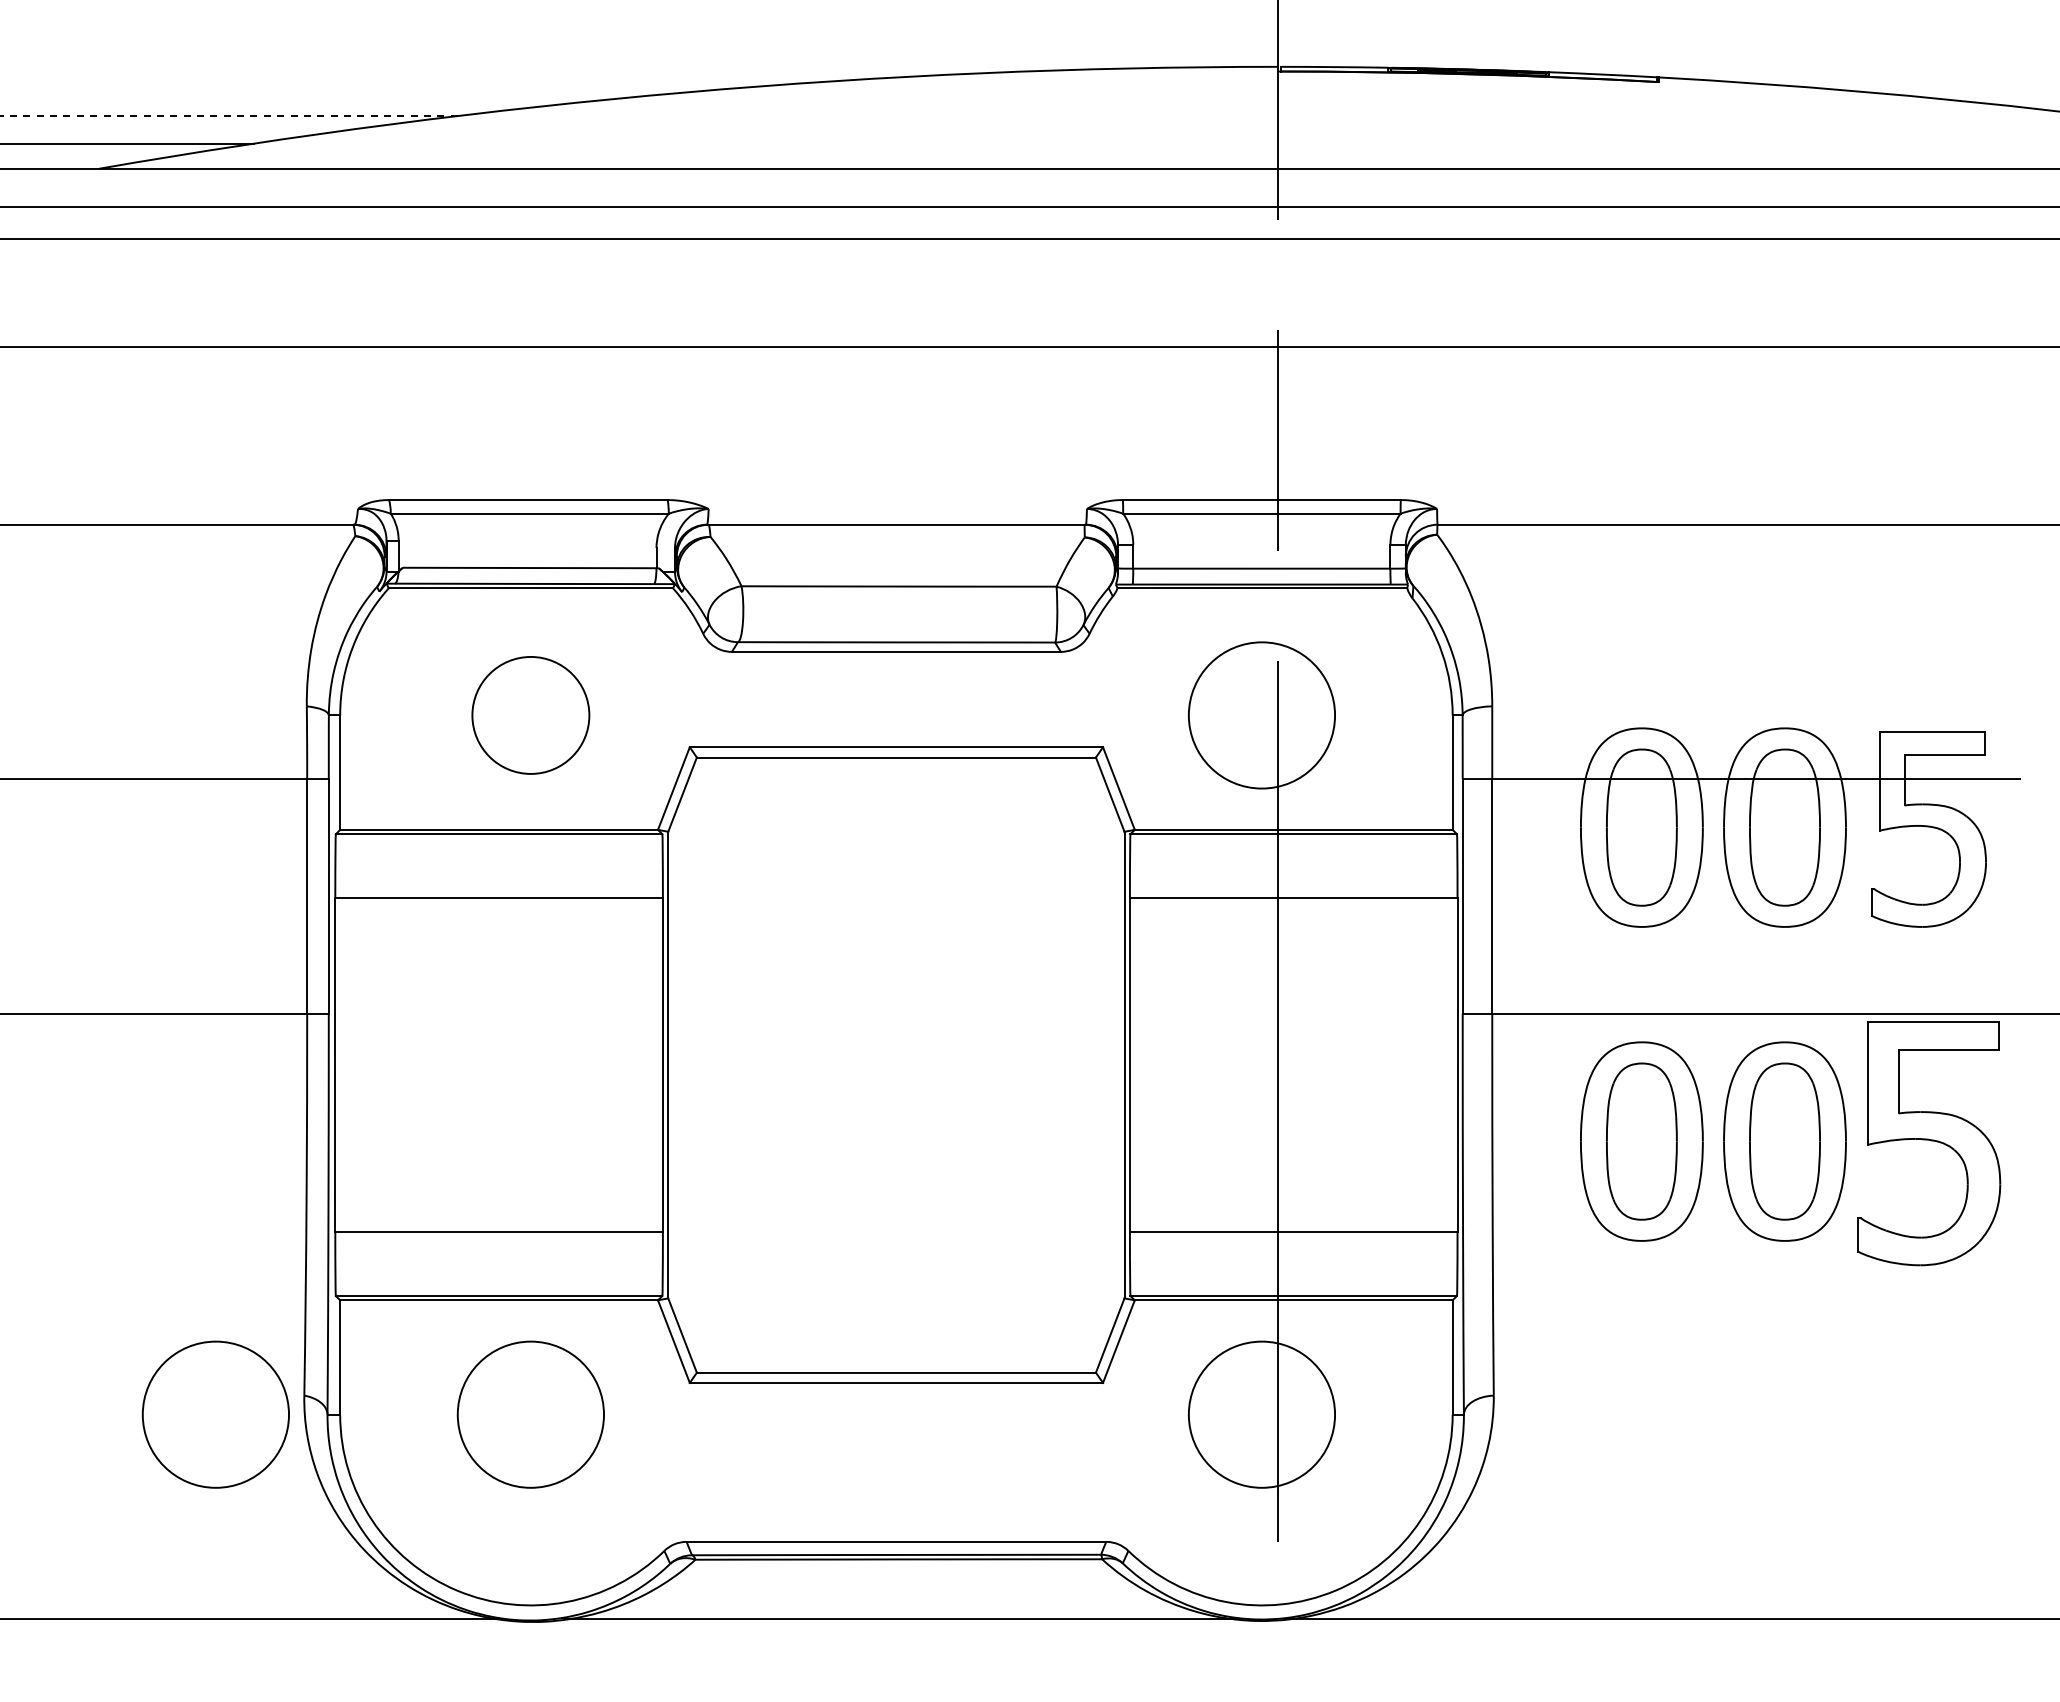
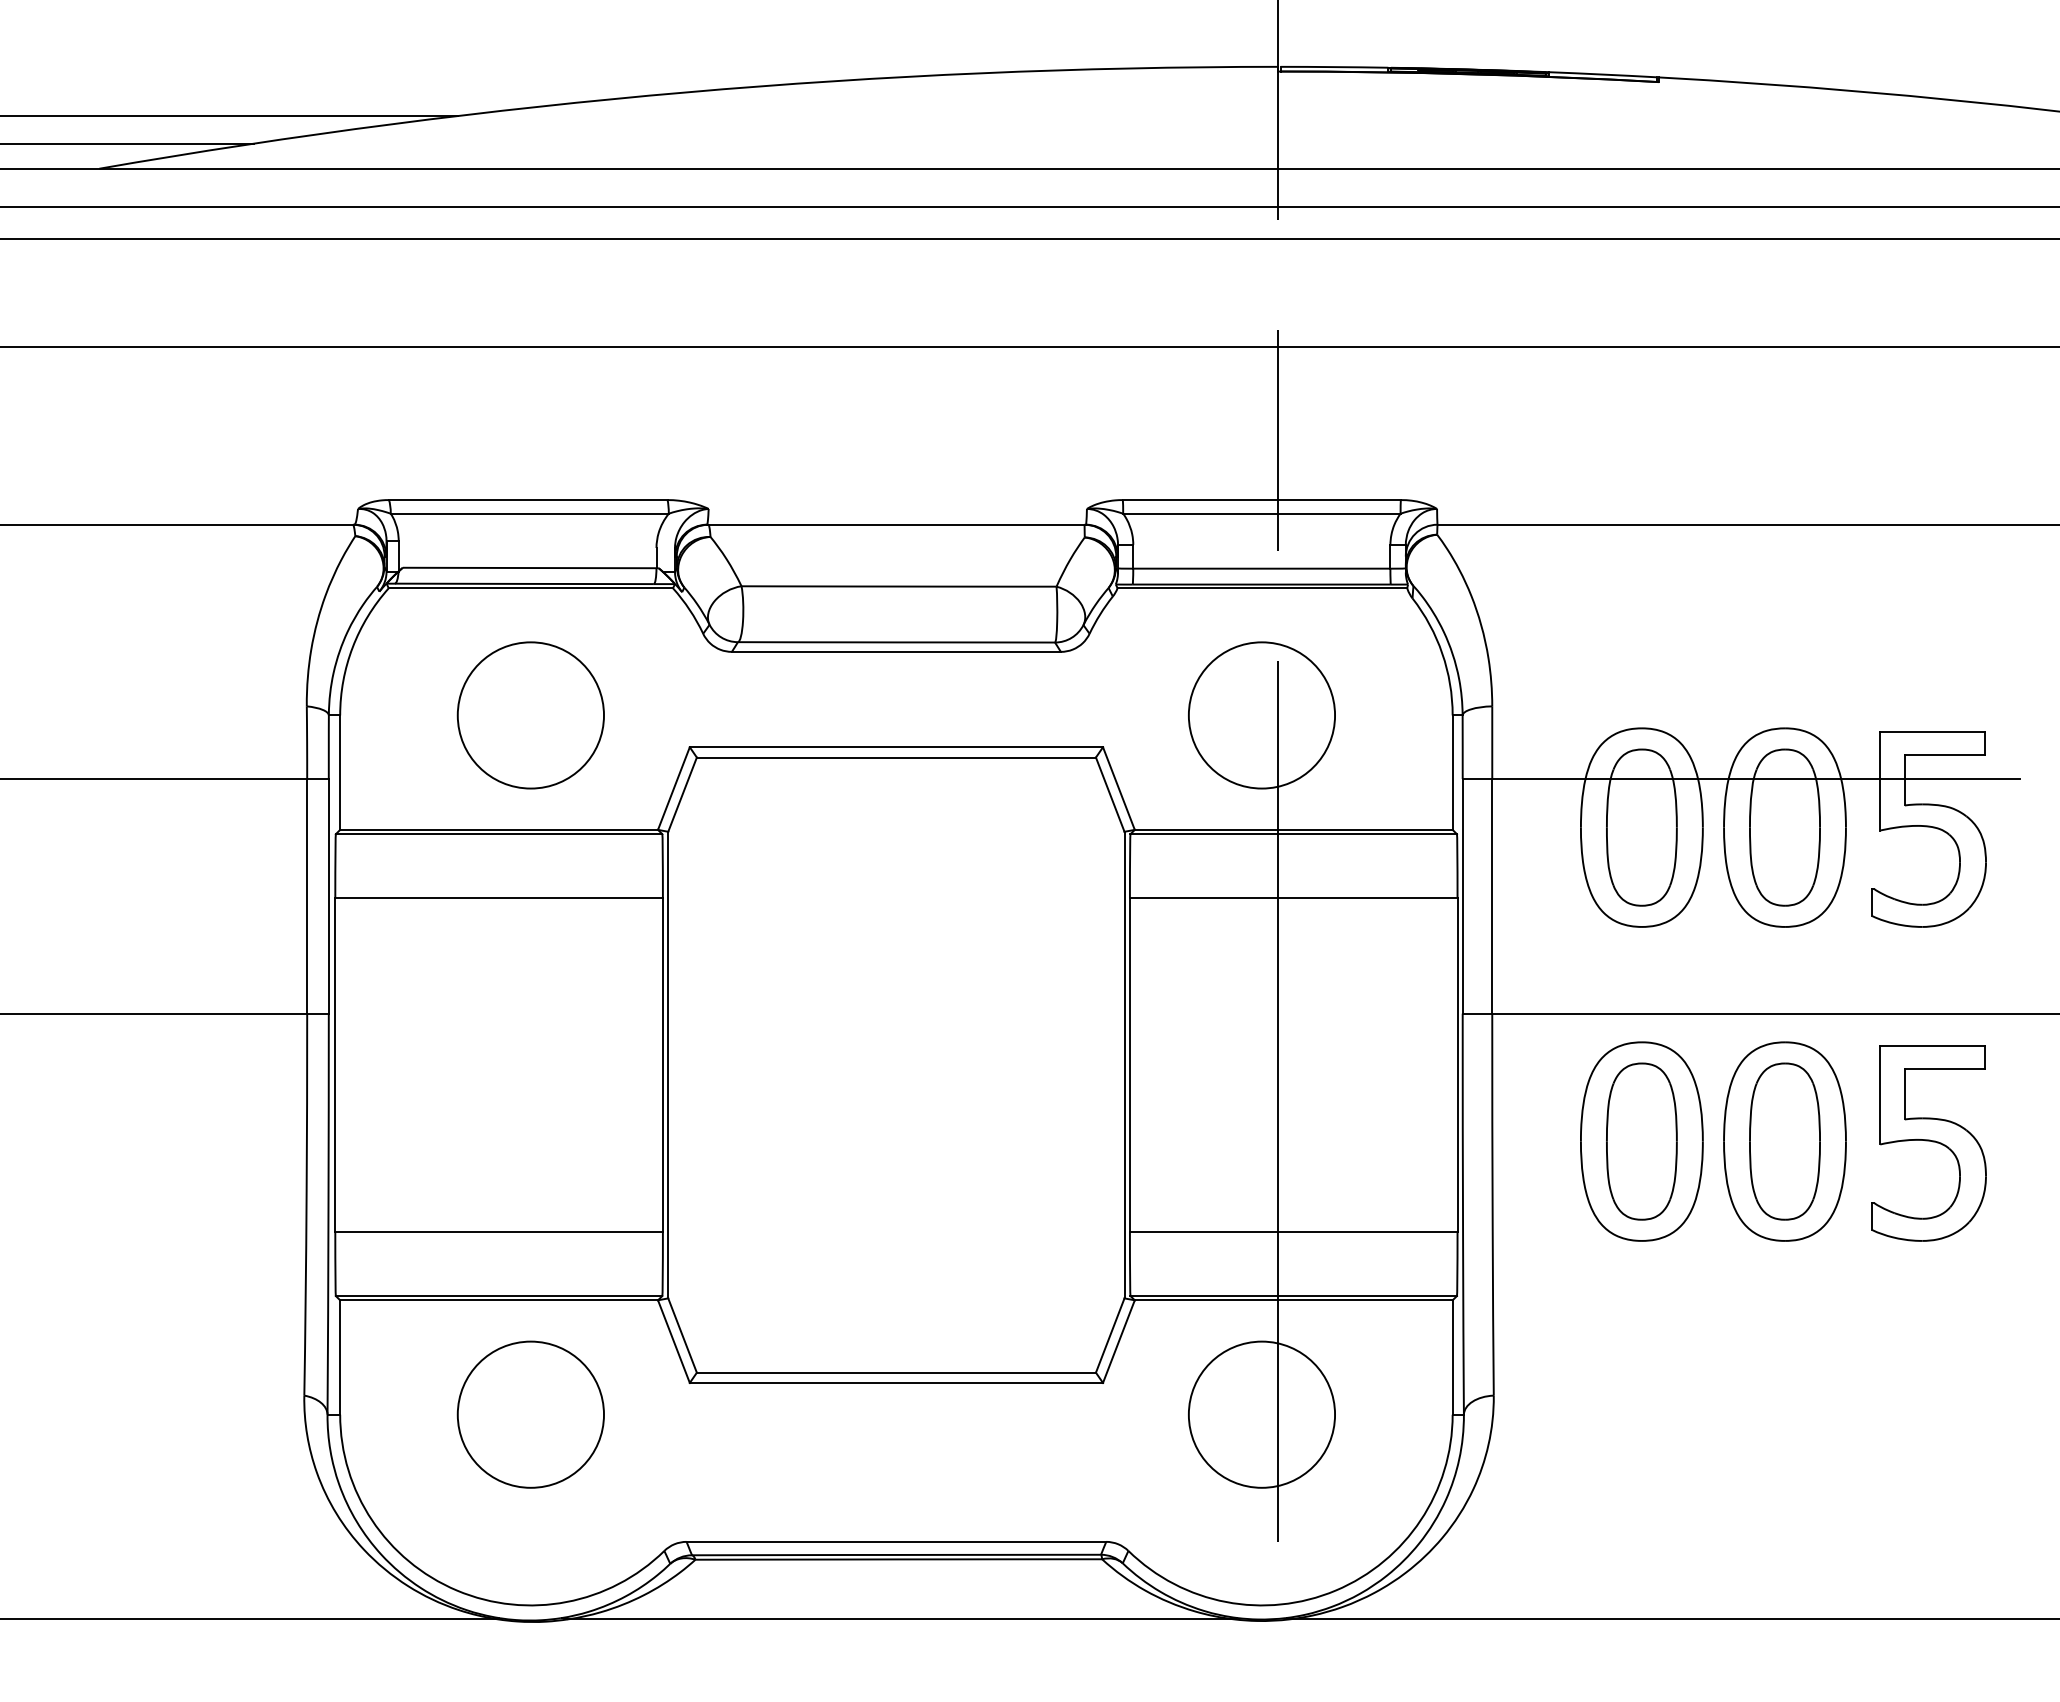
line at (228, 115): dashed -> solid
circle at (530, 714) diameter: 117 px -> 146 px
part at (1929, 1143) size: 145x246 px -> 116x197 px
circle at (215, 1414): present -> none
